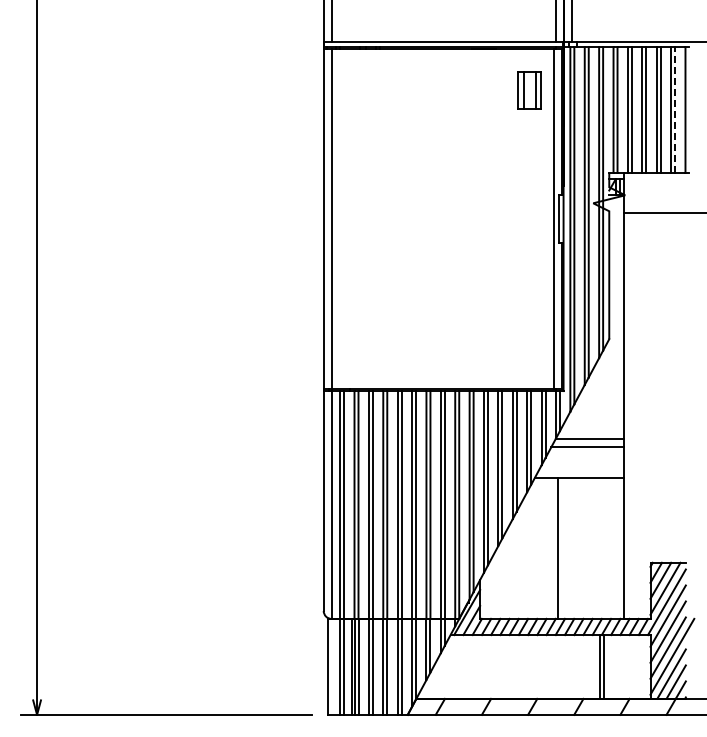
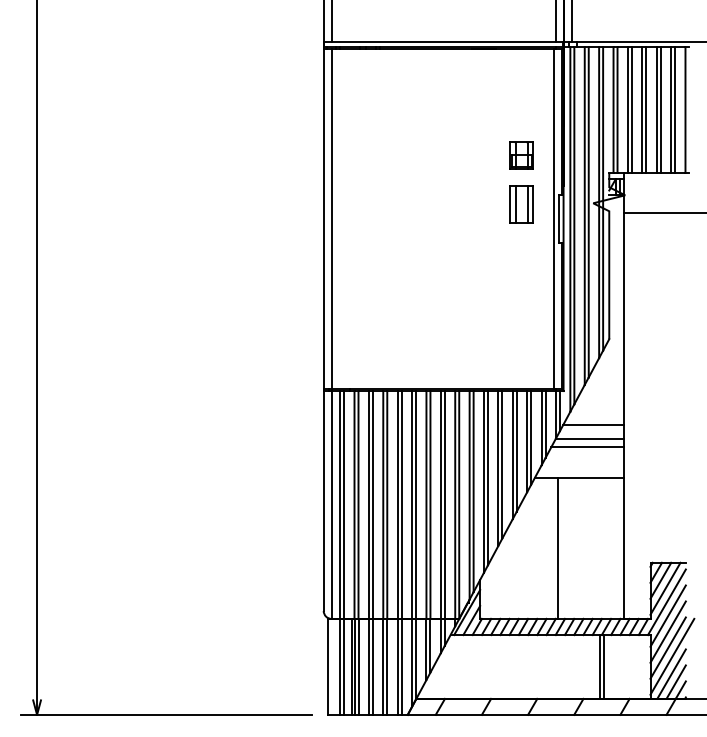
part at (529, 90) position: (529, 90) -> (521, 204)
line at (675, 110): dashed -> solid
part at (521, 155): none -> present
line at (593, 424): none -> present
